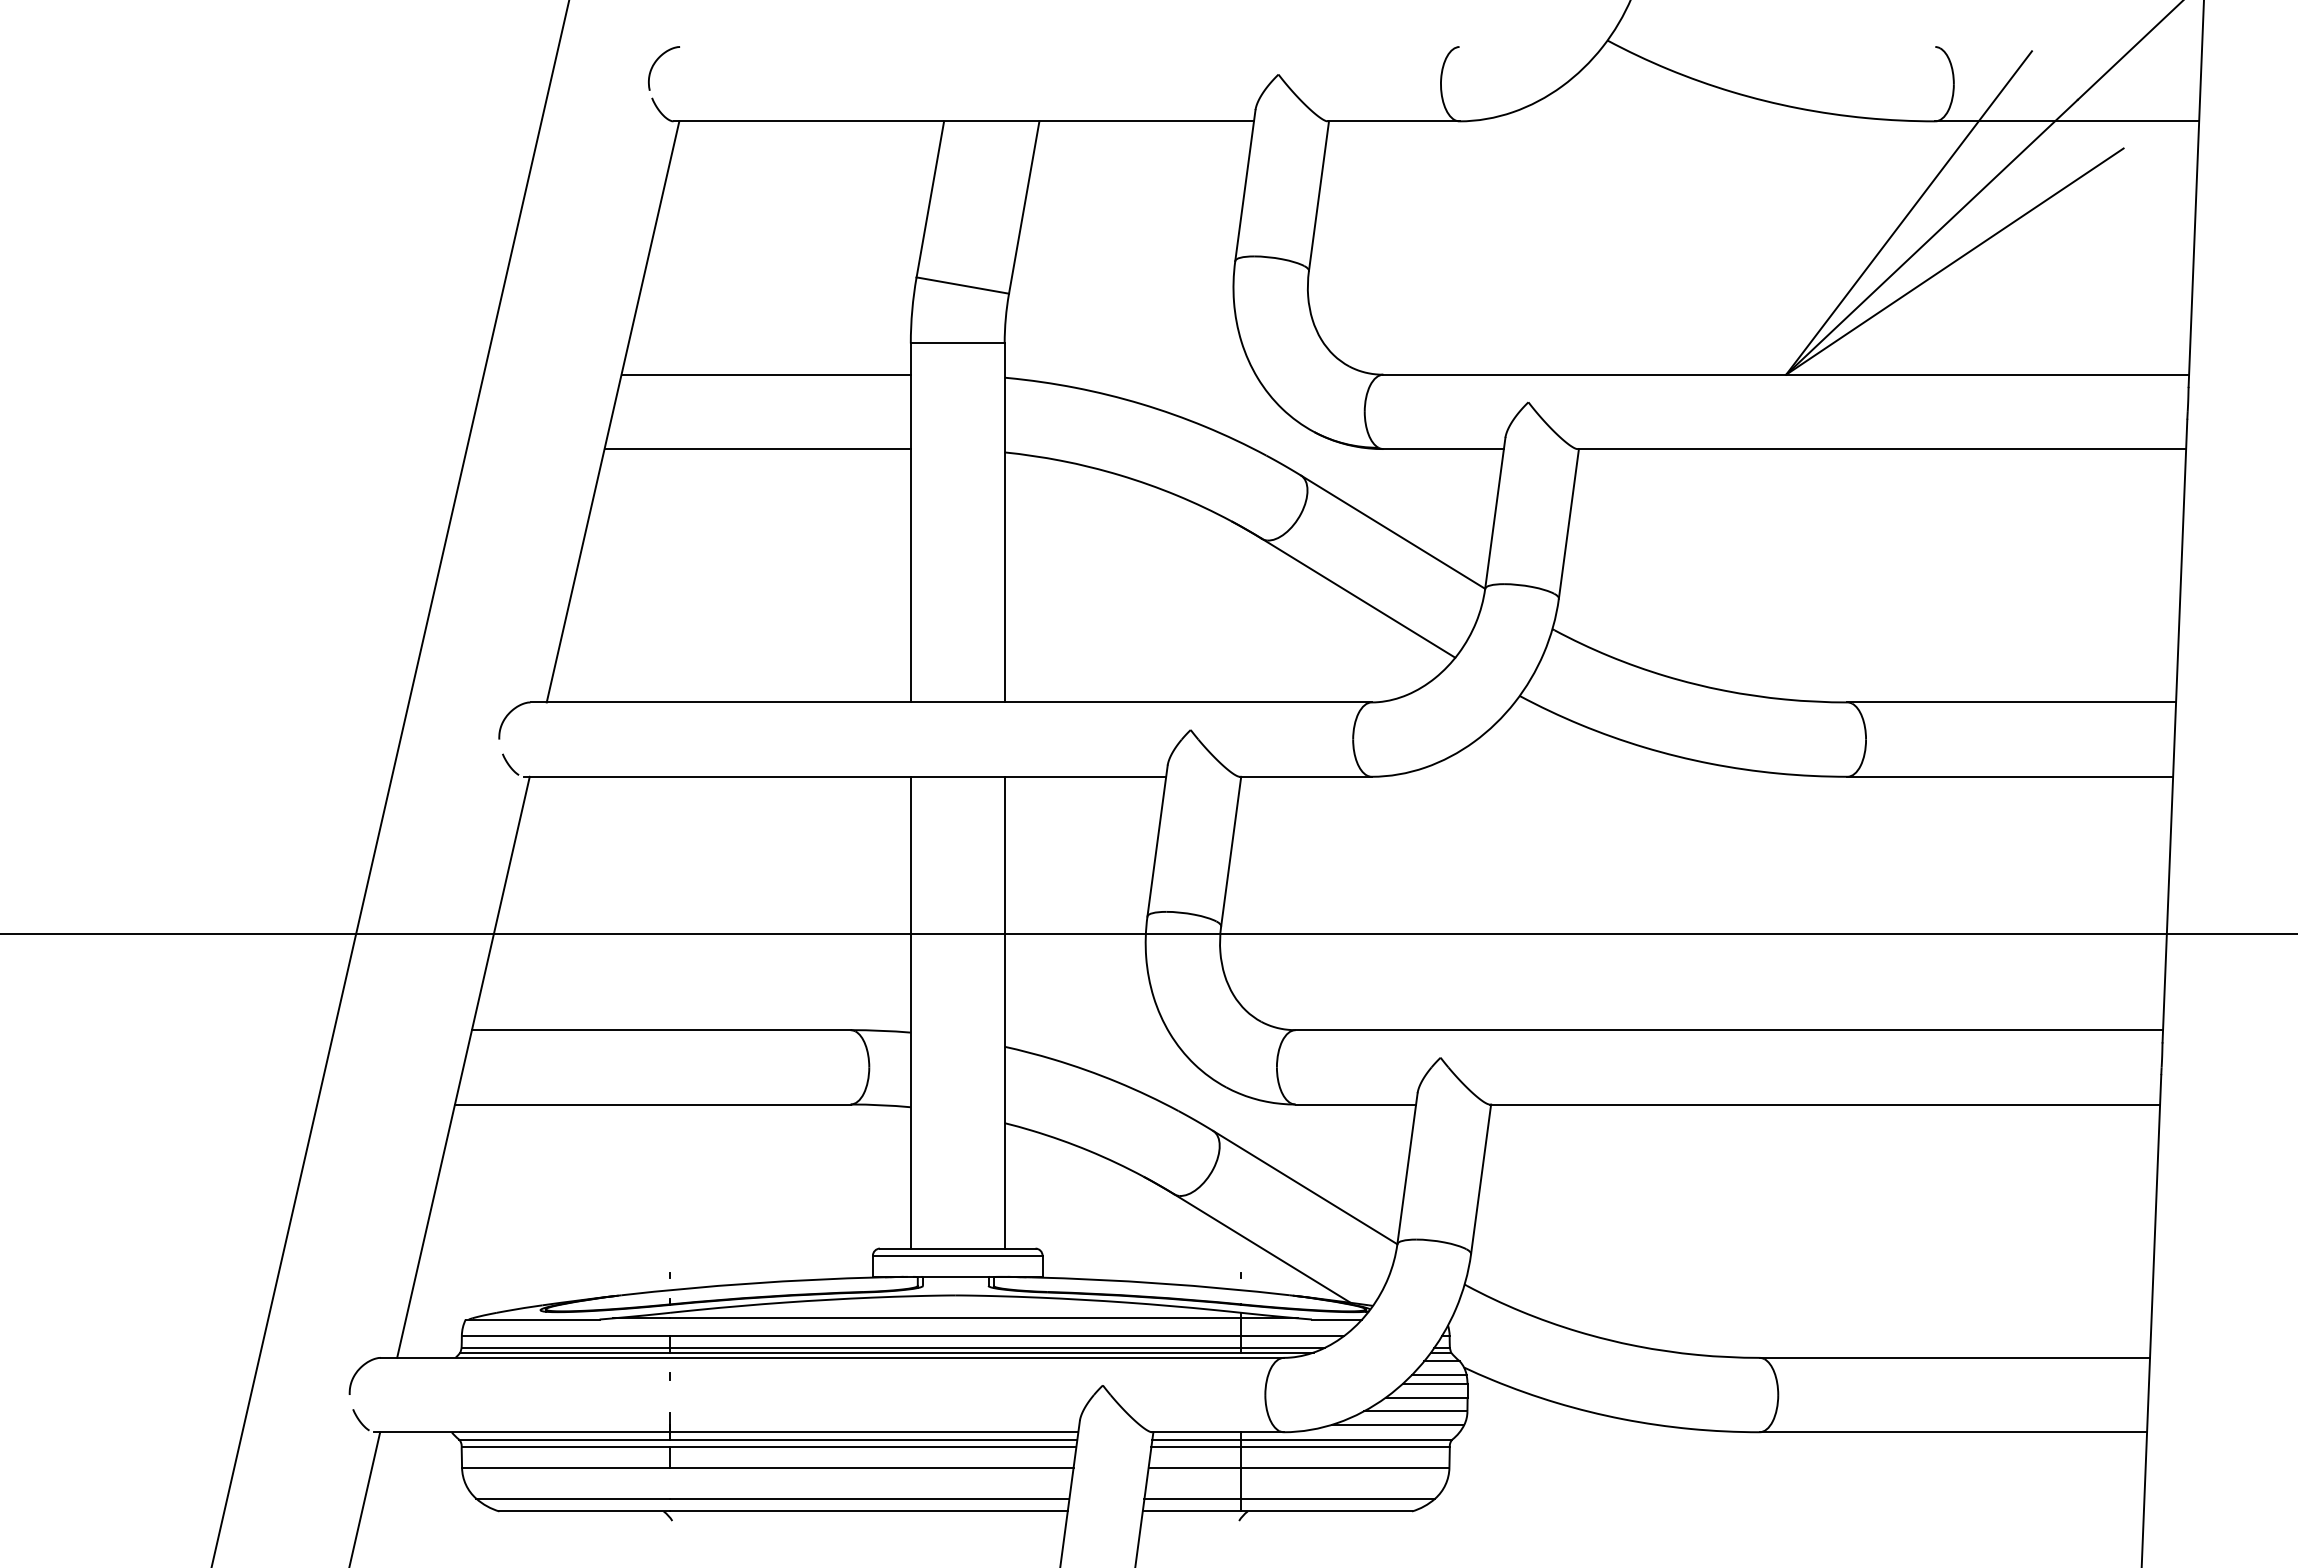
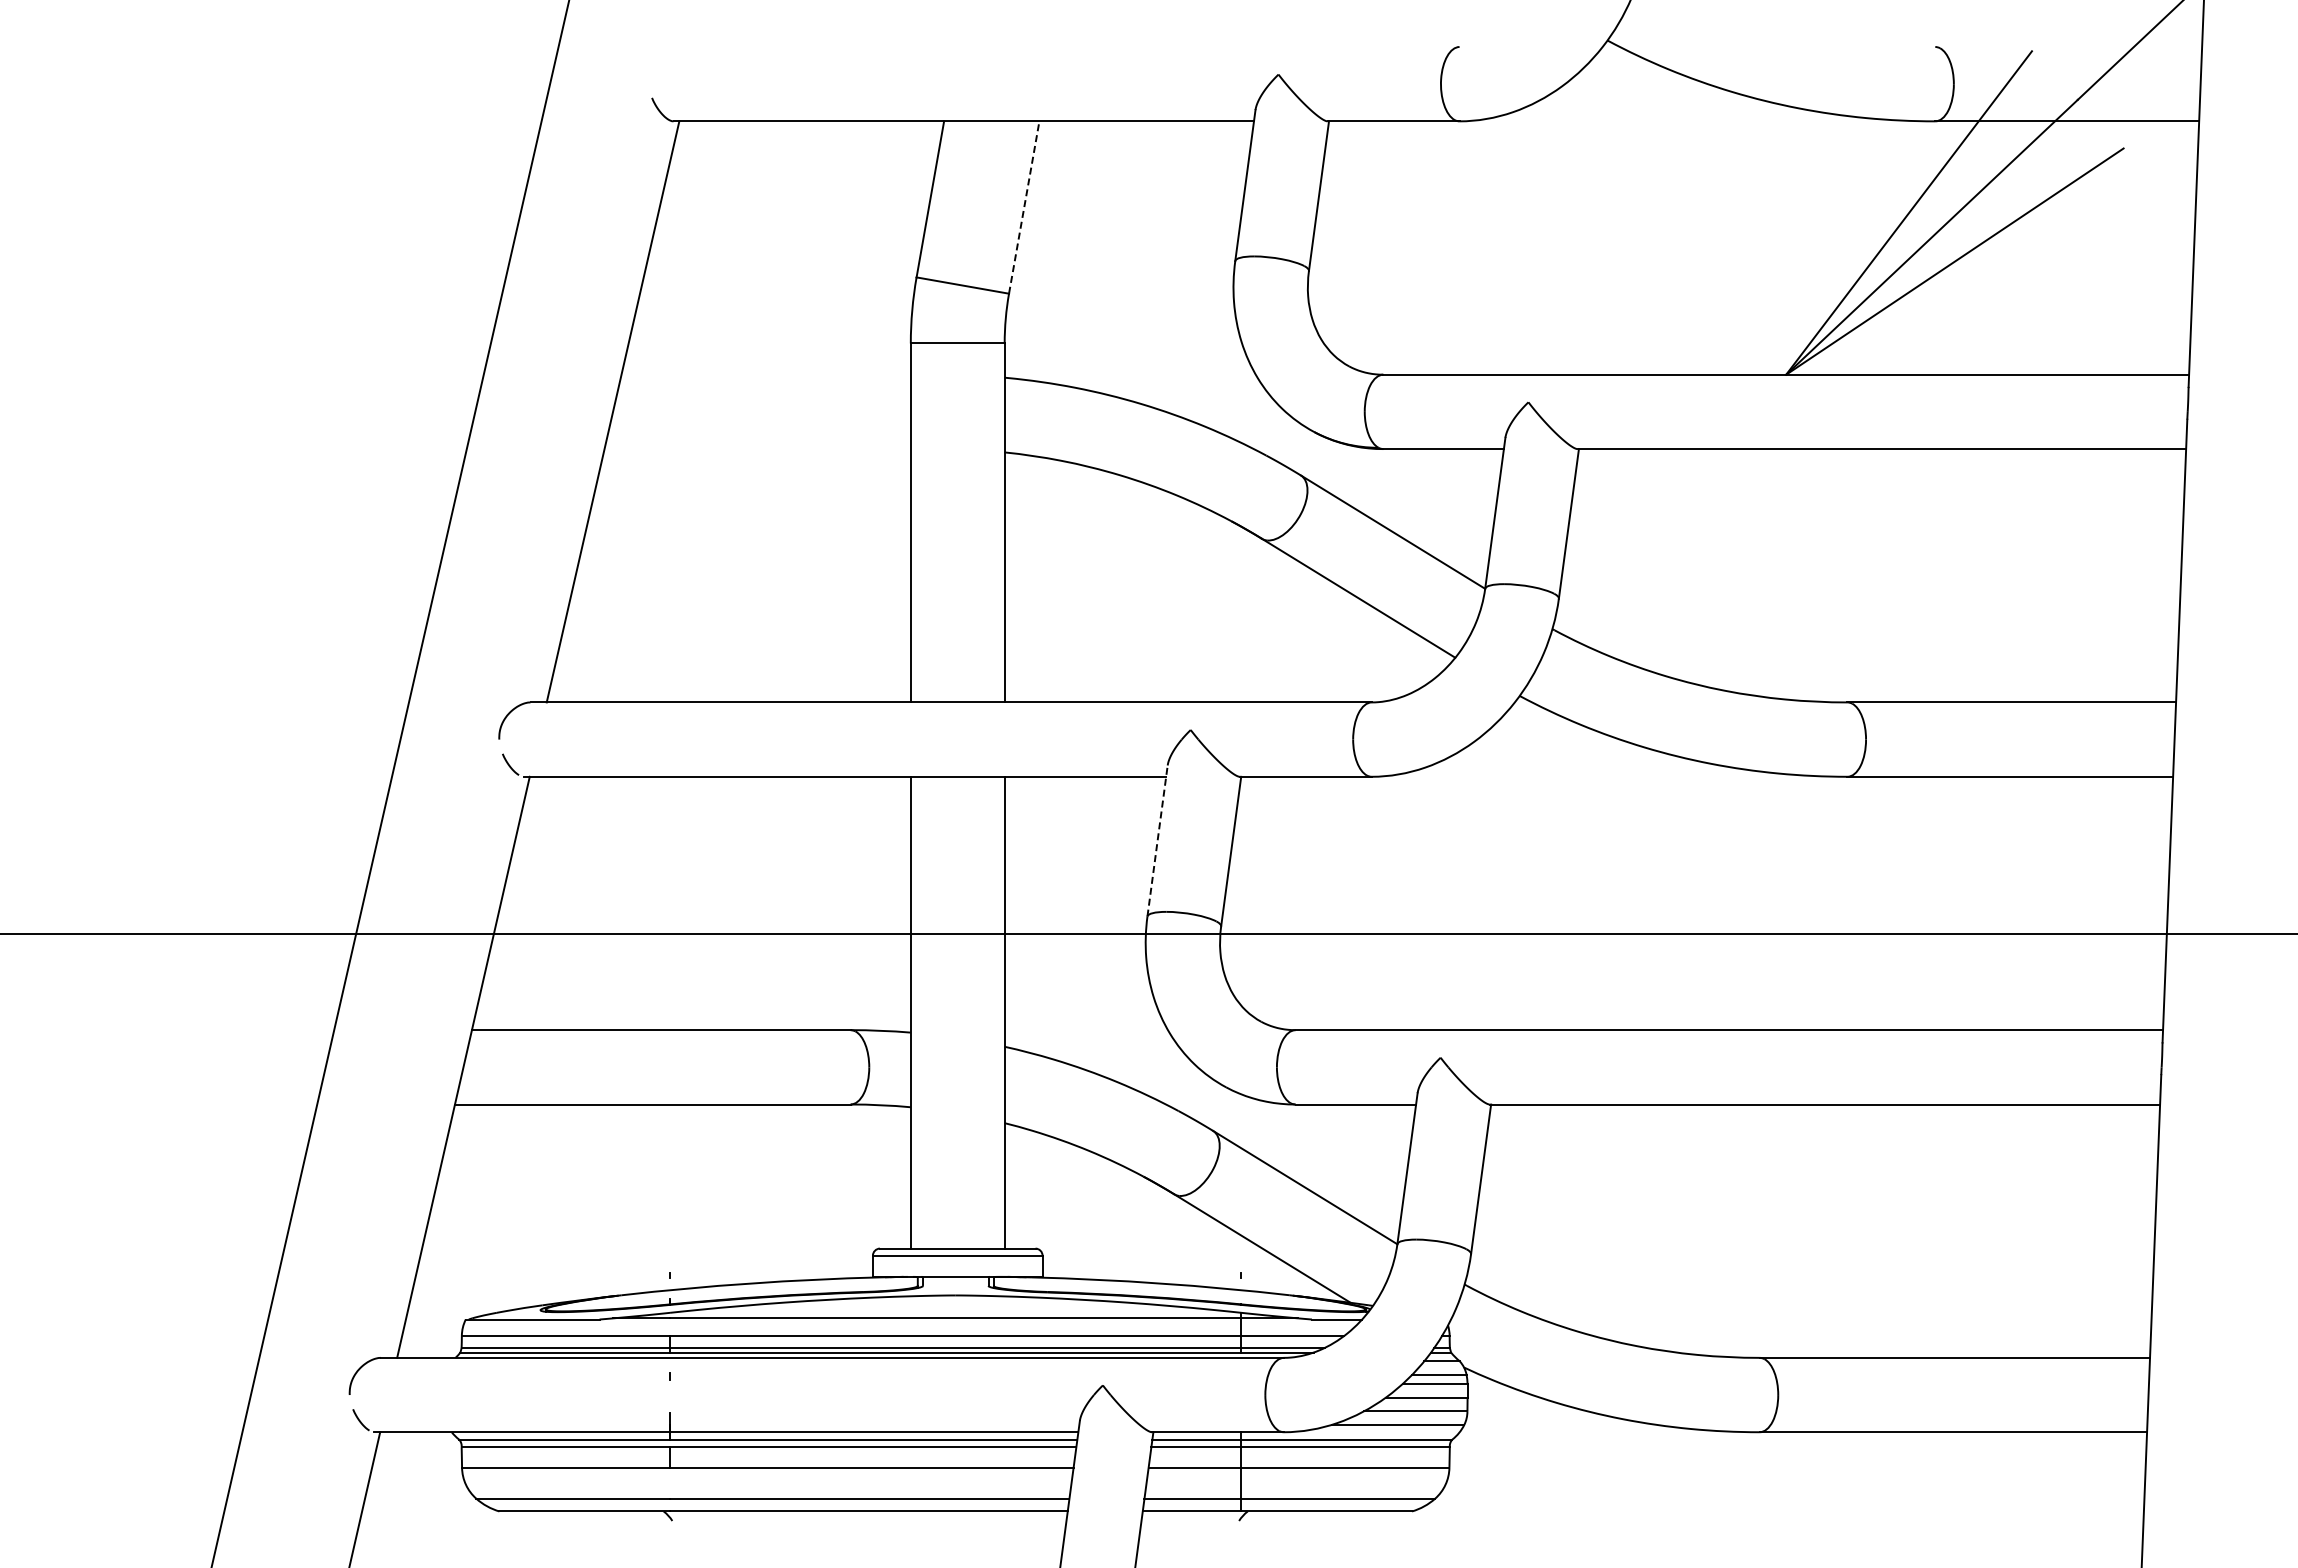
curve at (656, 62): present -> none
line at (1024, 207): solid -> dashed
line at (765, 374): present -> none
line at (757, 449): present -> none
line at (1157, 840): solid -> dashed
